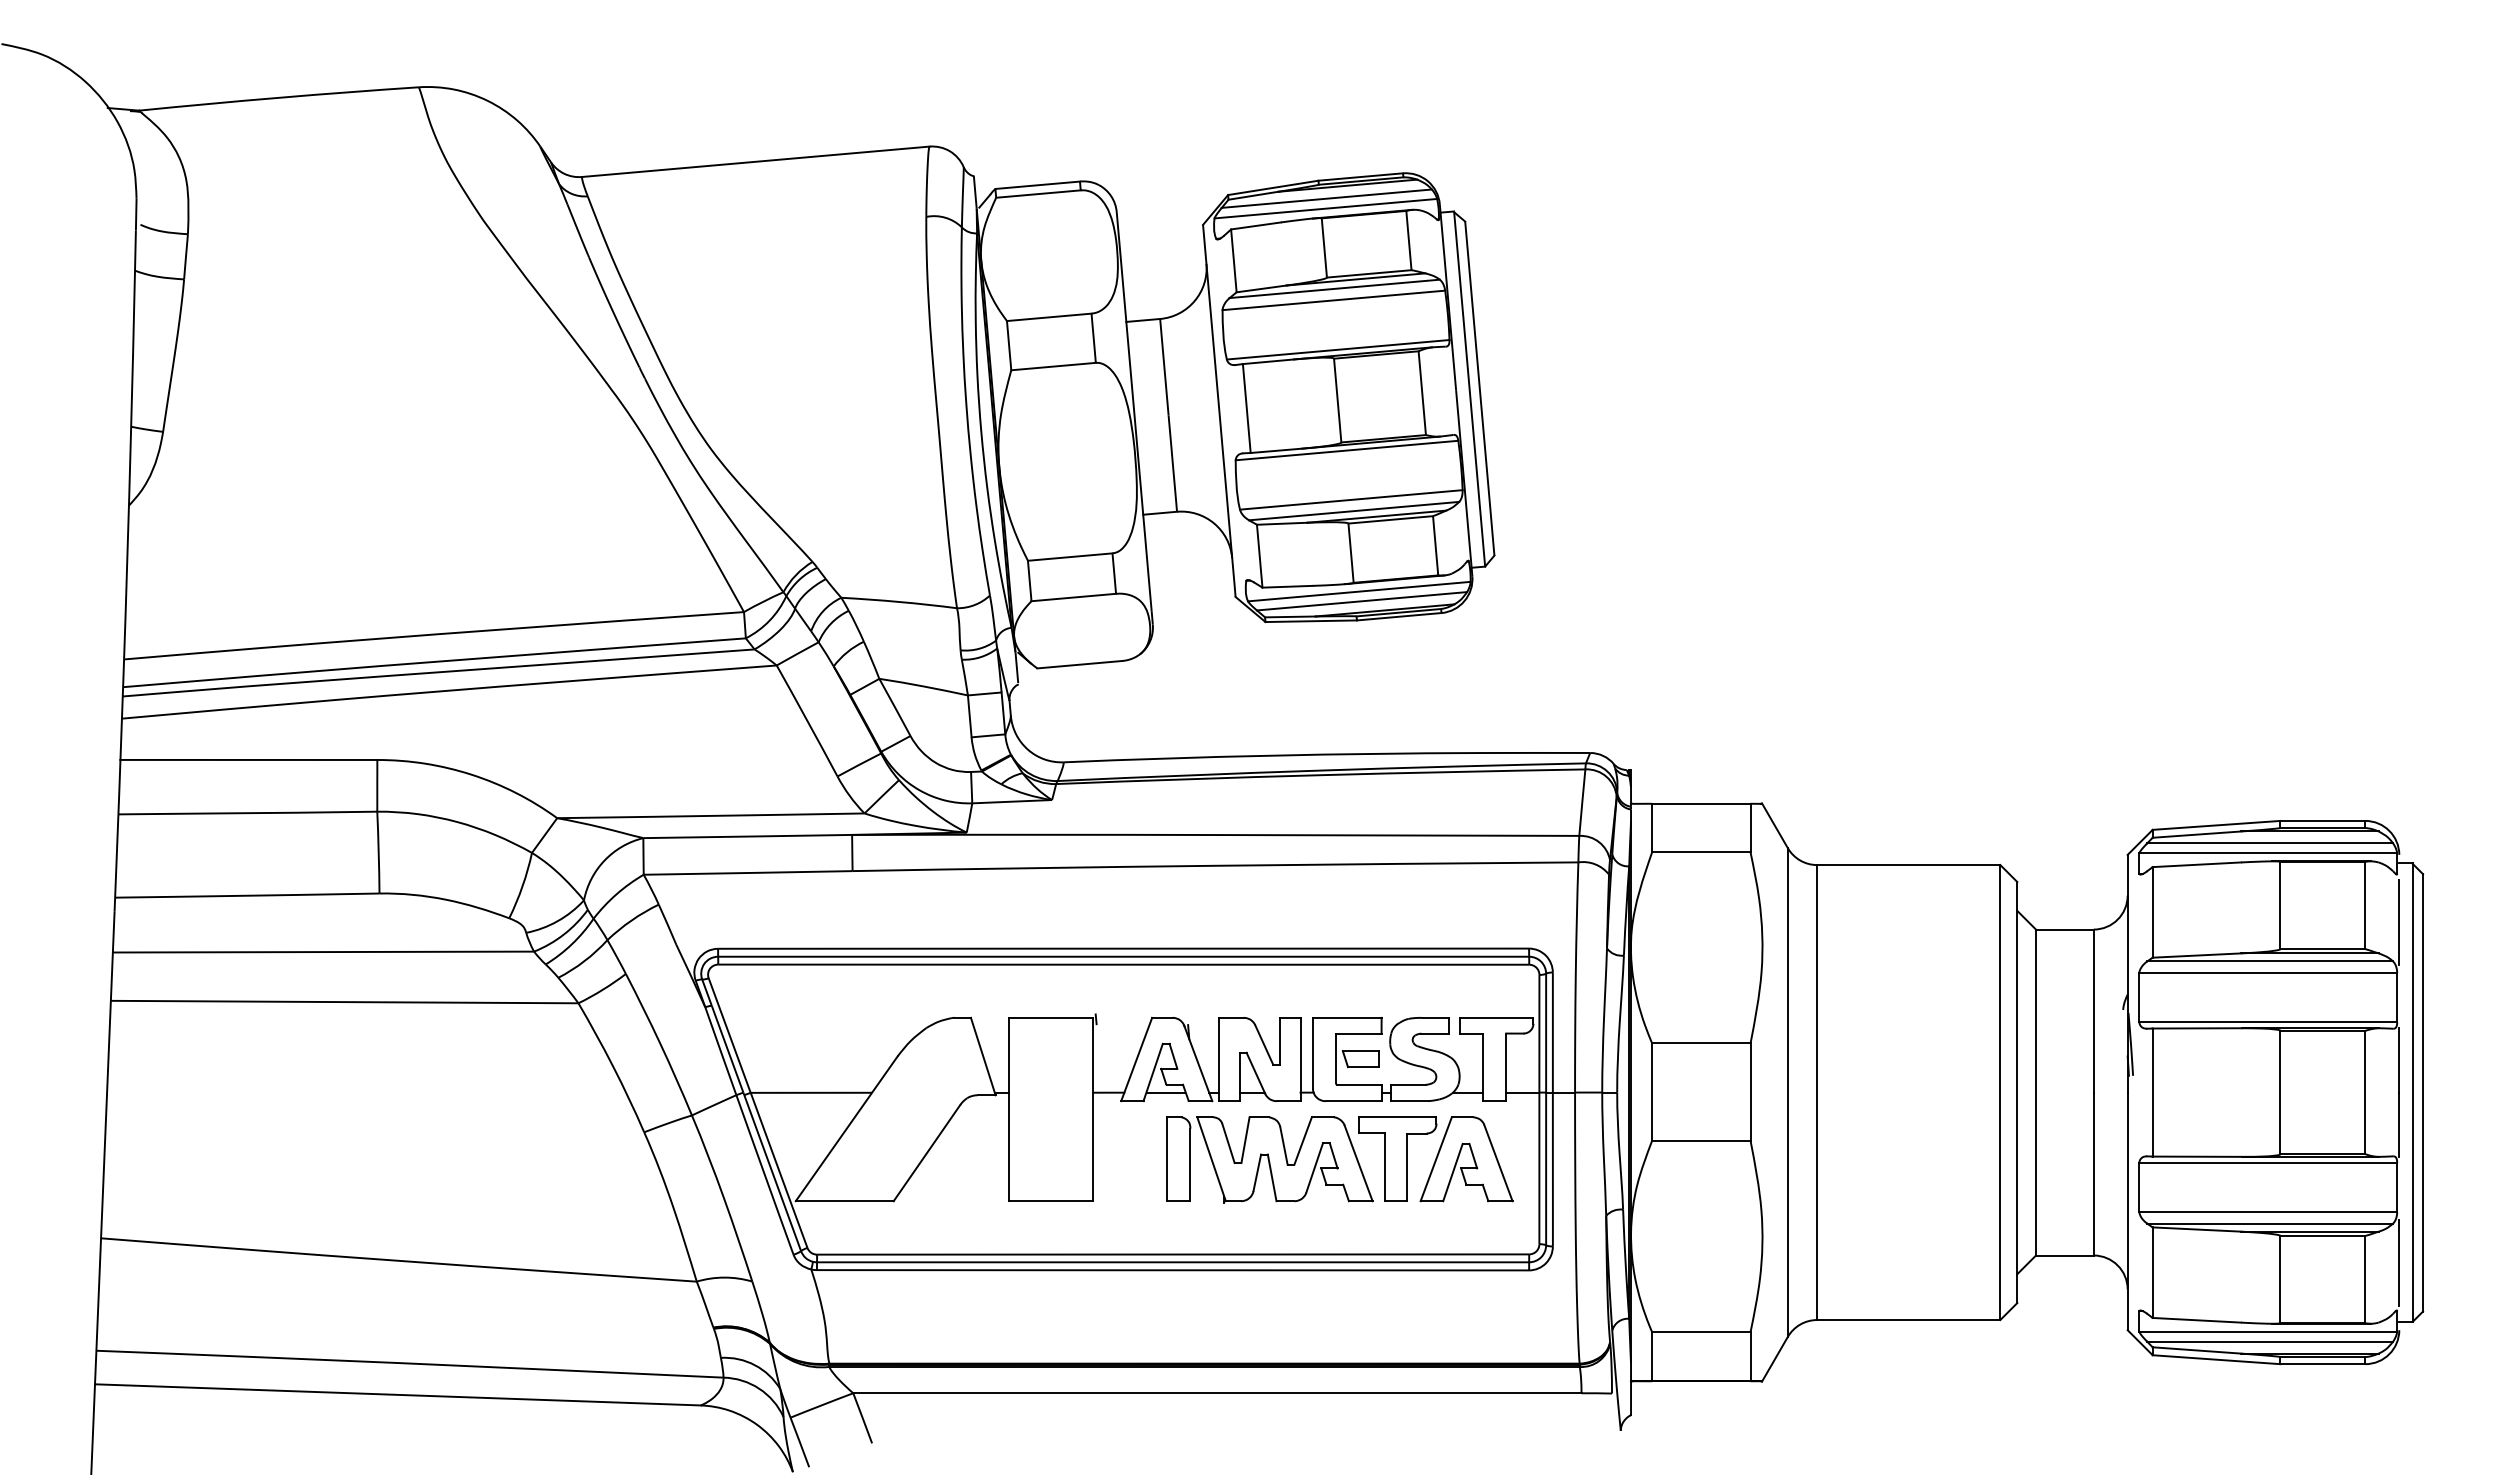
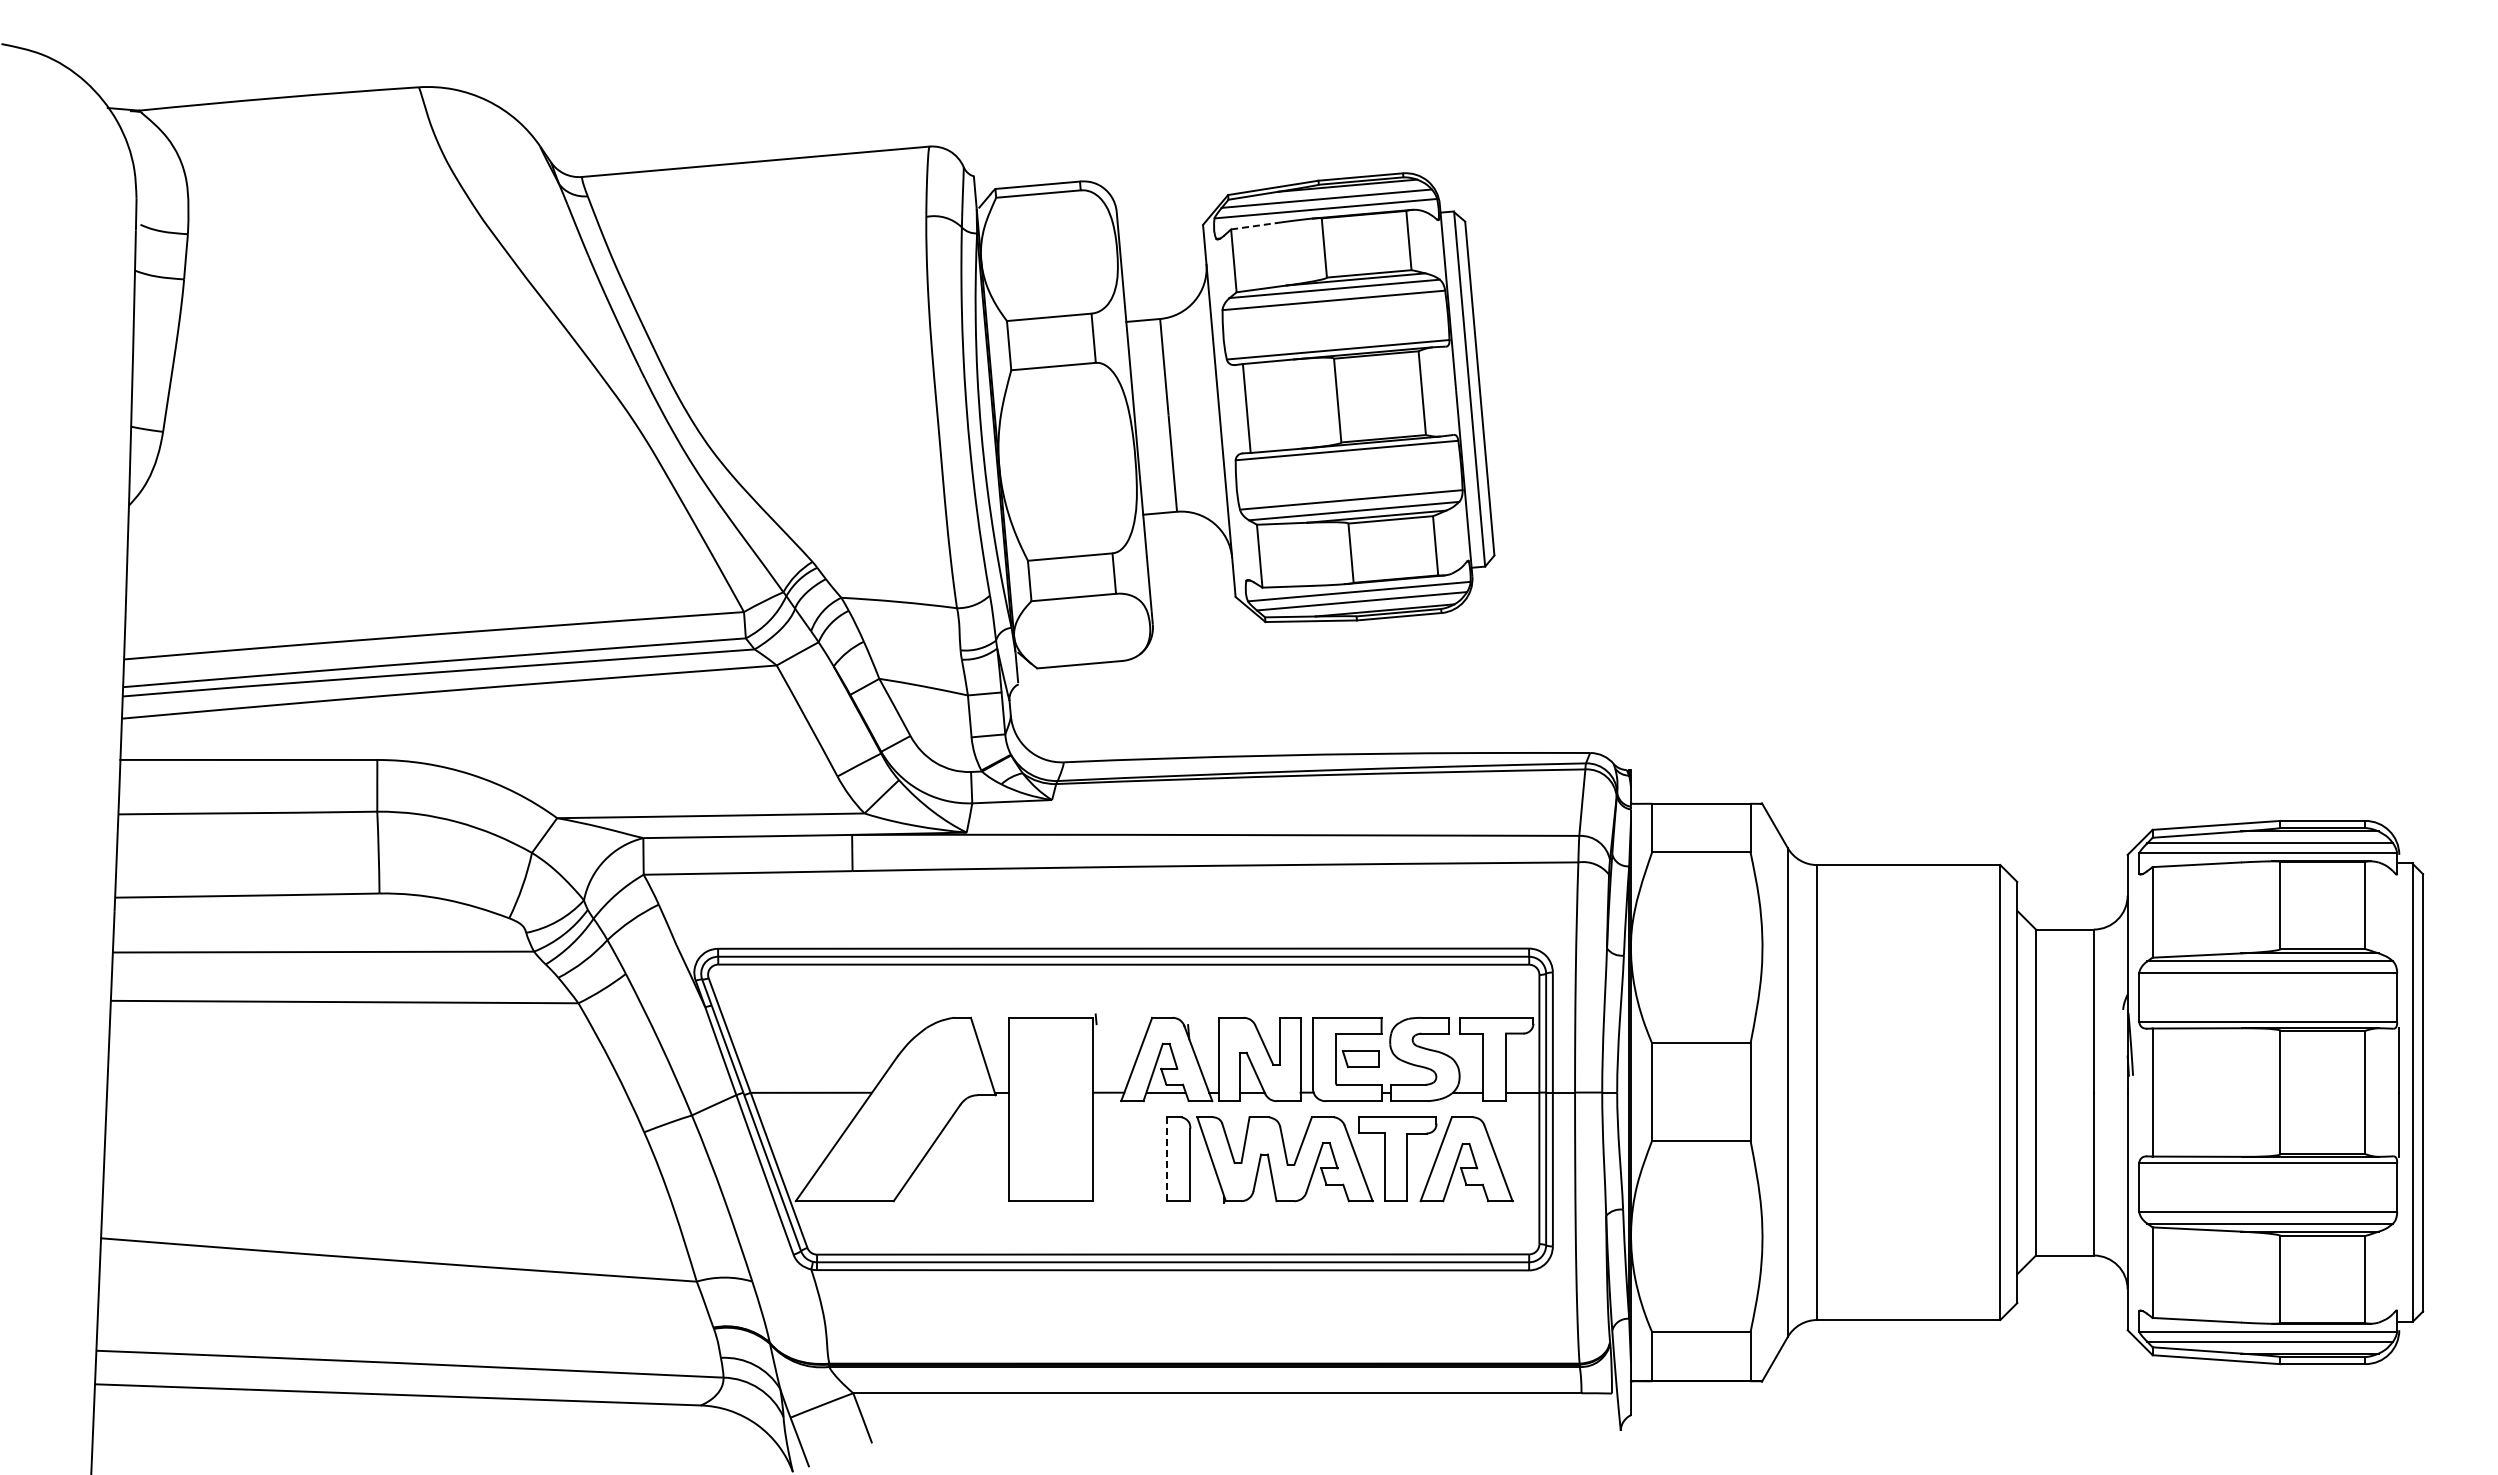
line at (1256, 225): solid -> dashed
line at (2399, 921): present -> none
line at (1167, 1159): solid -> dashed
line at (2399, 1263): present -> none
